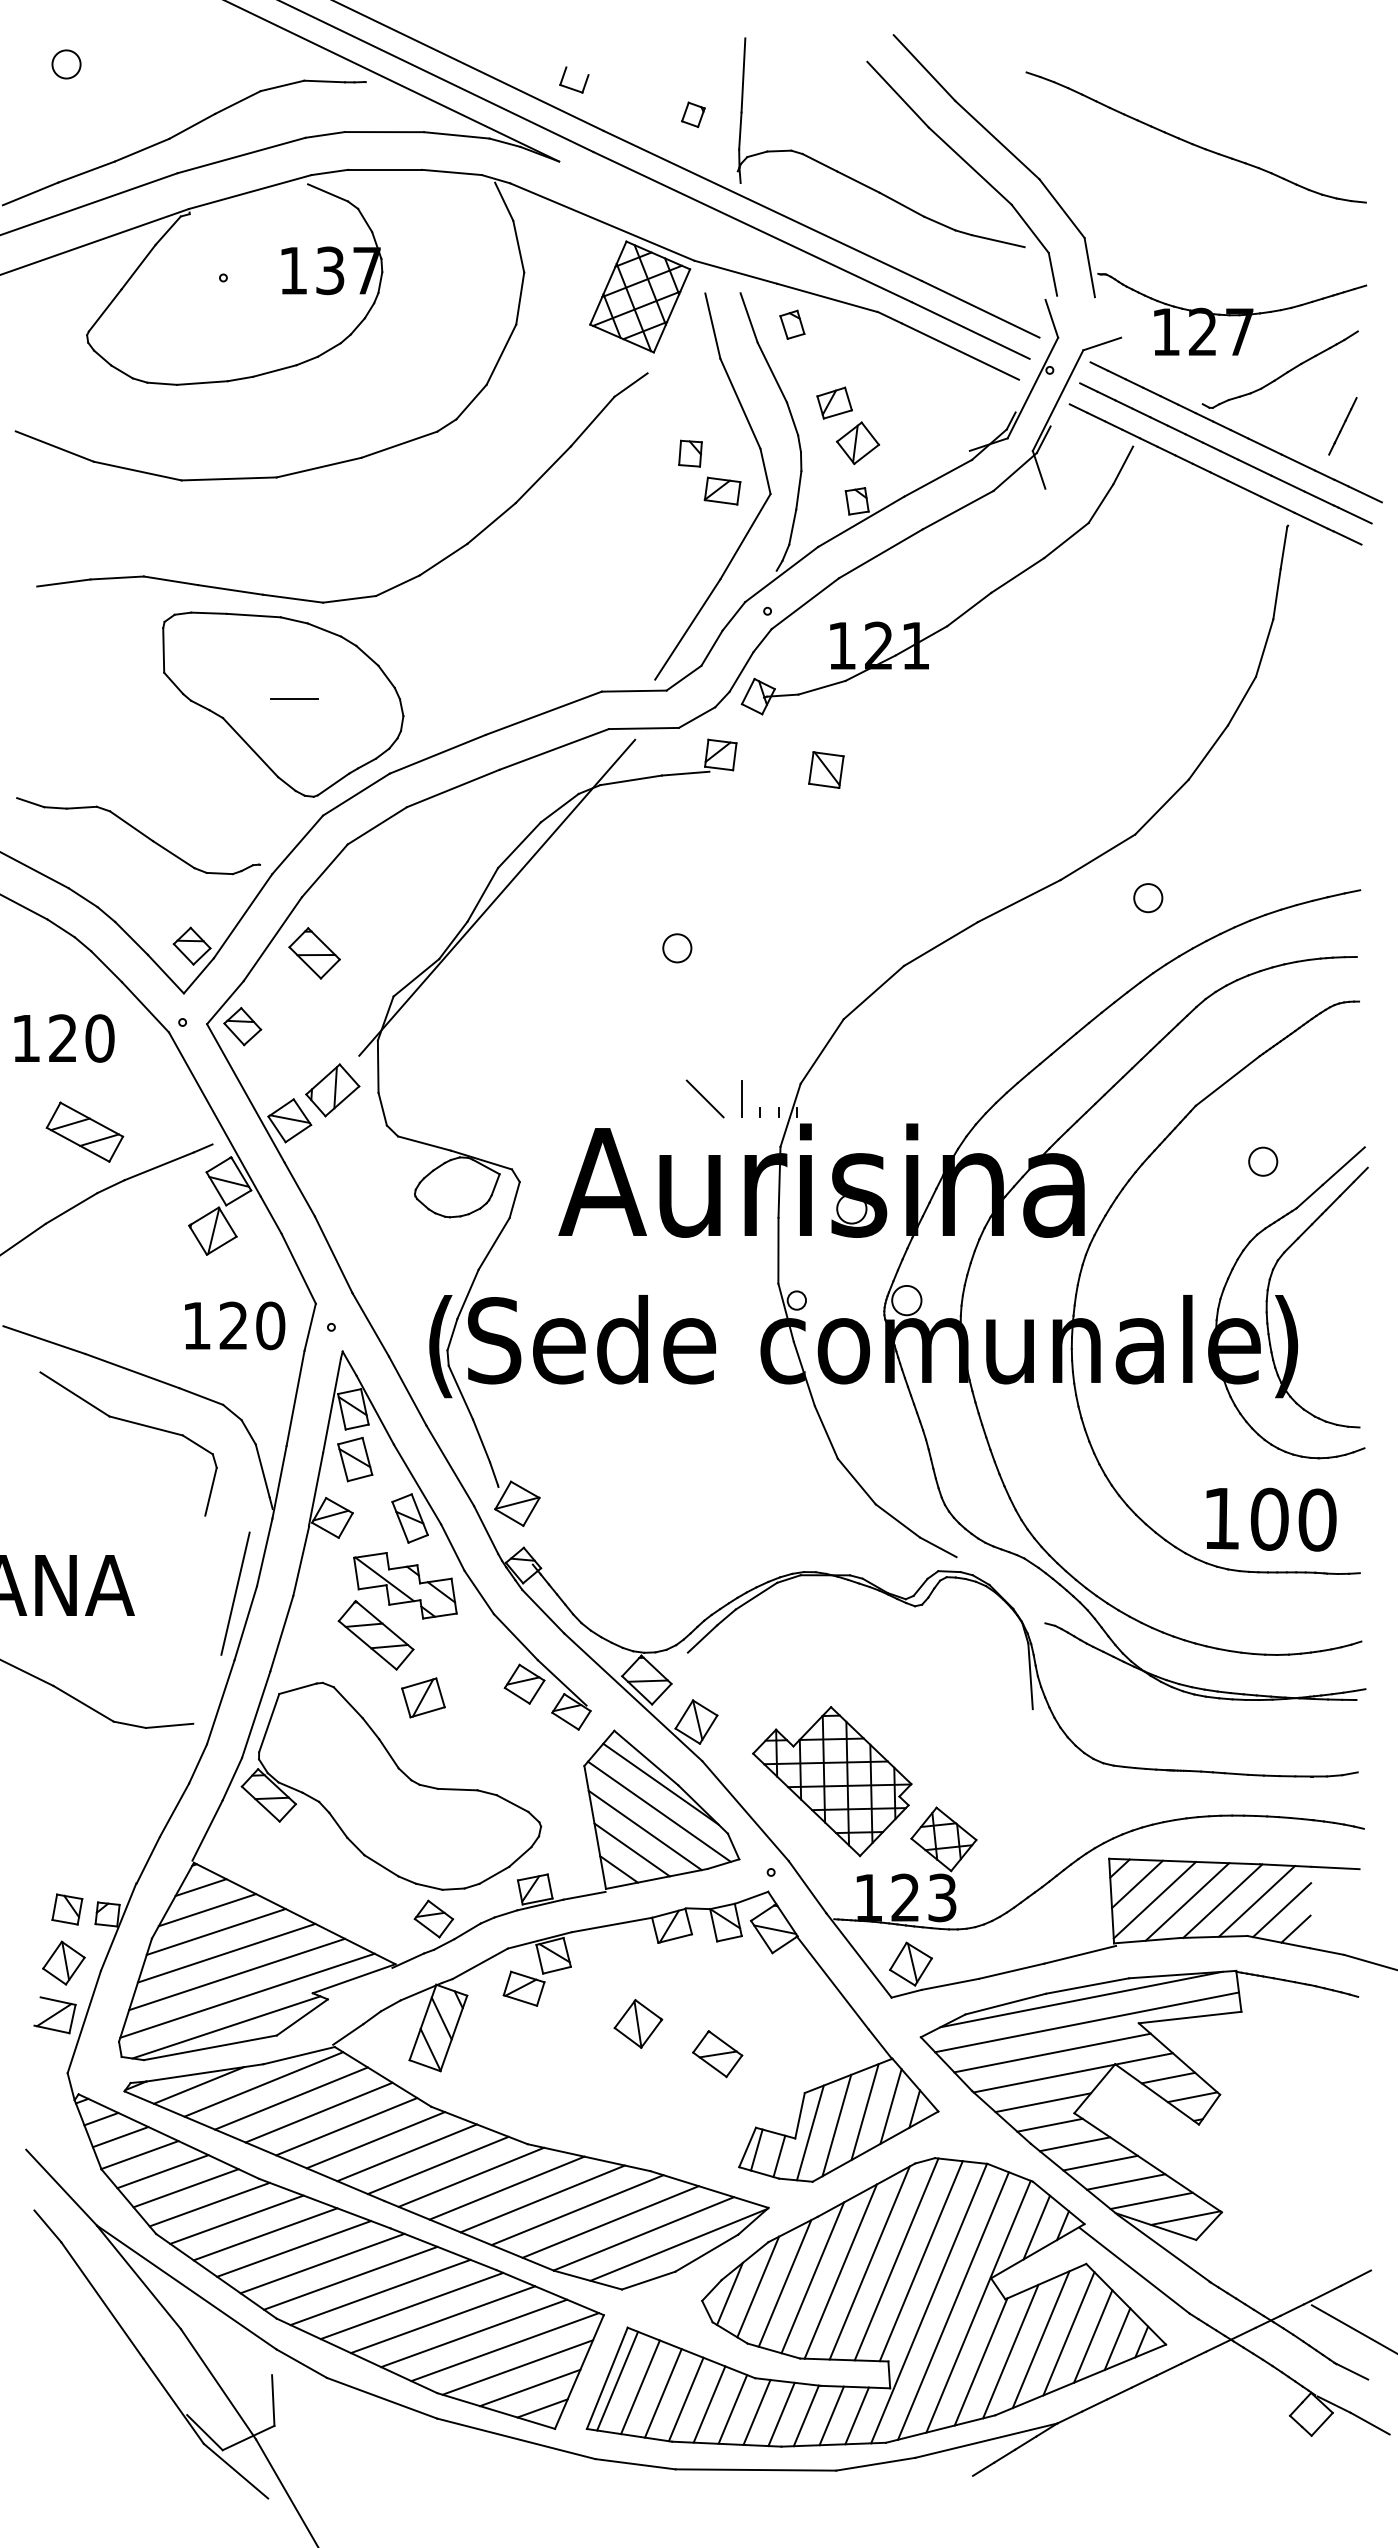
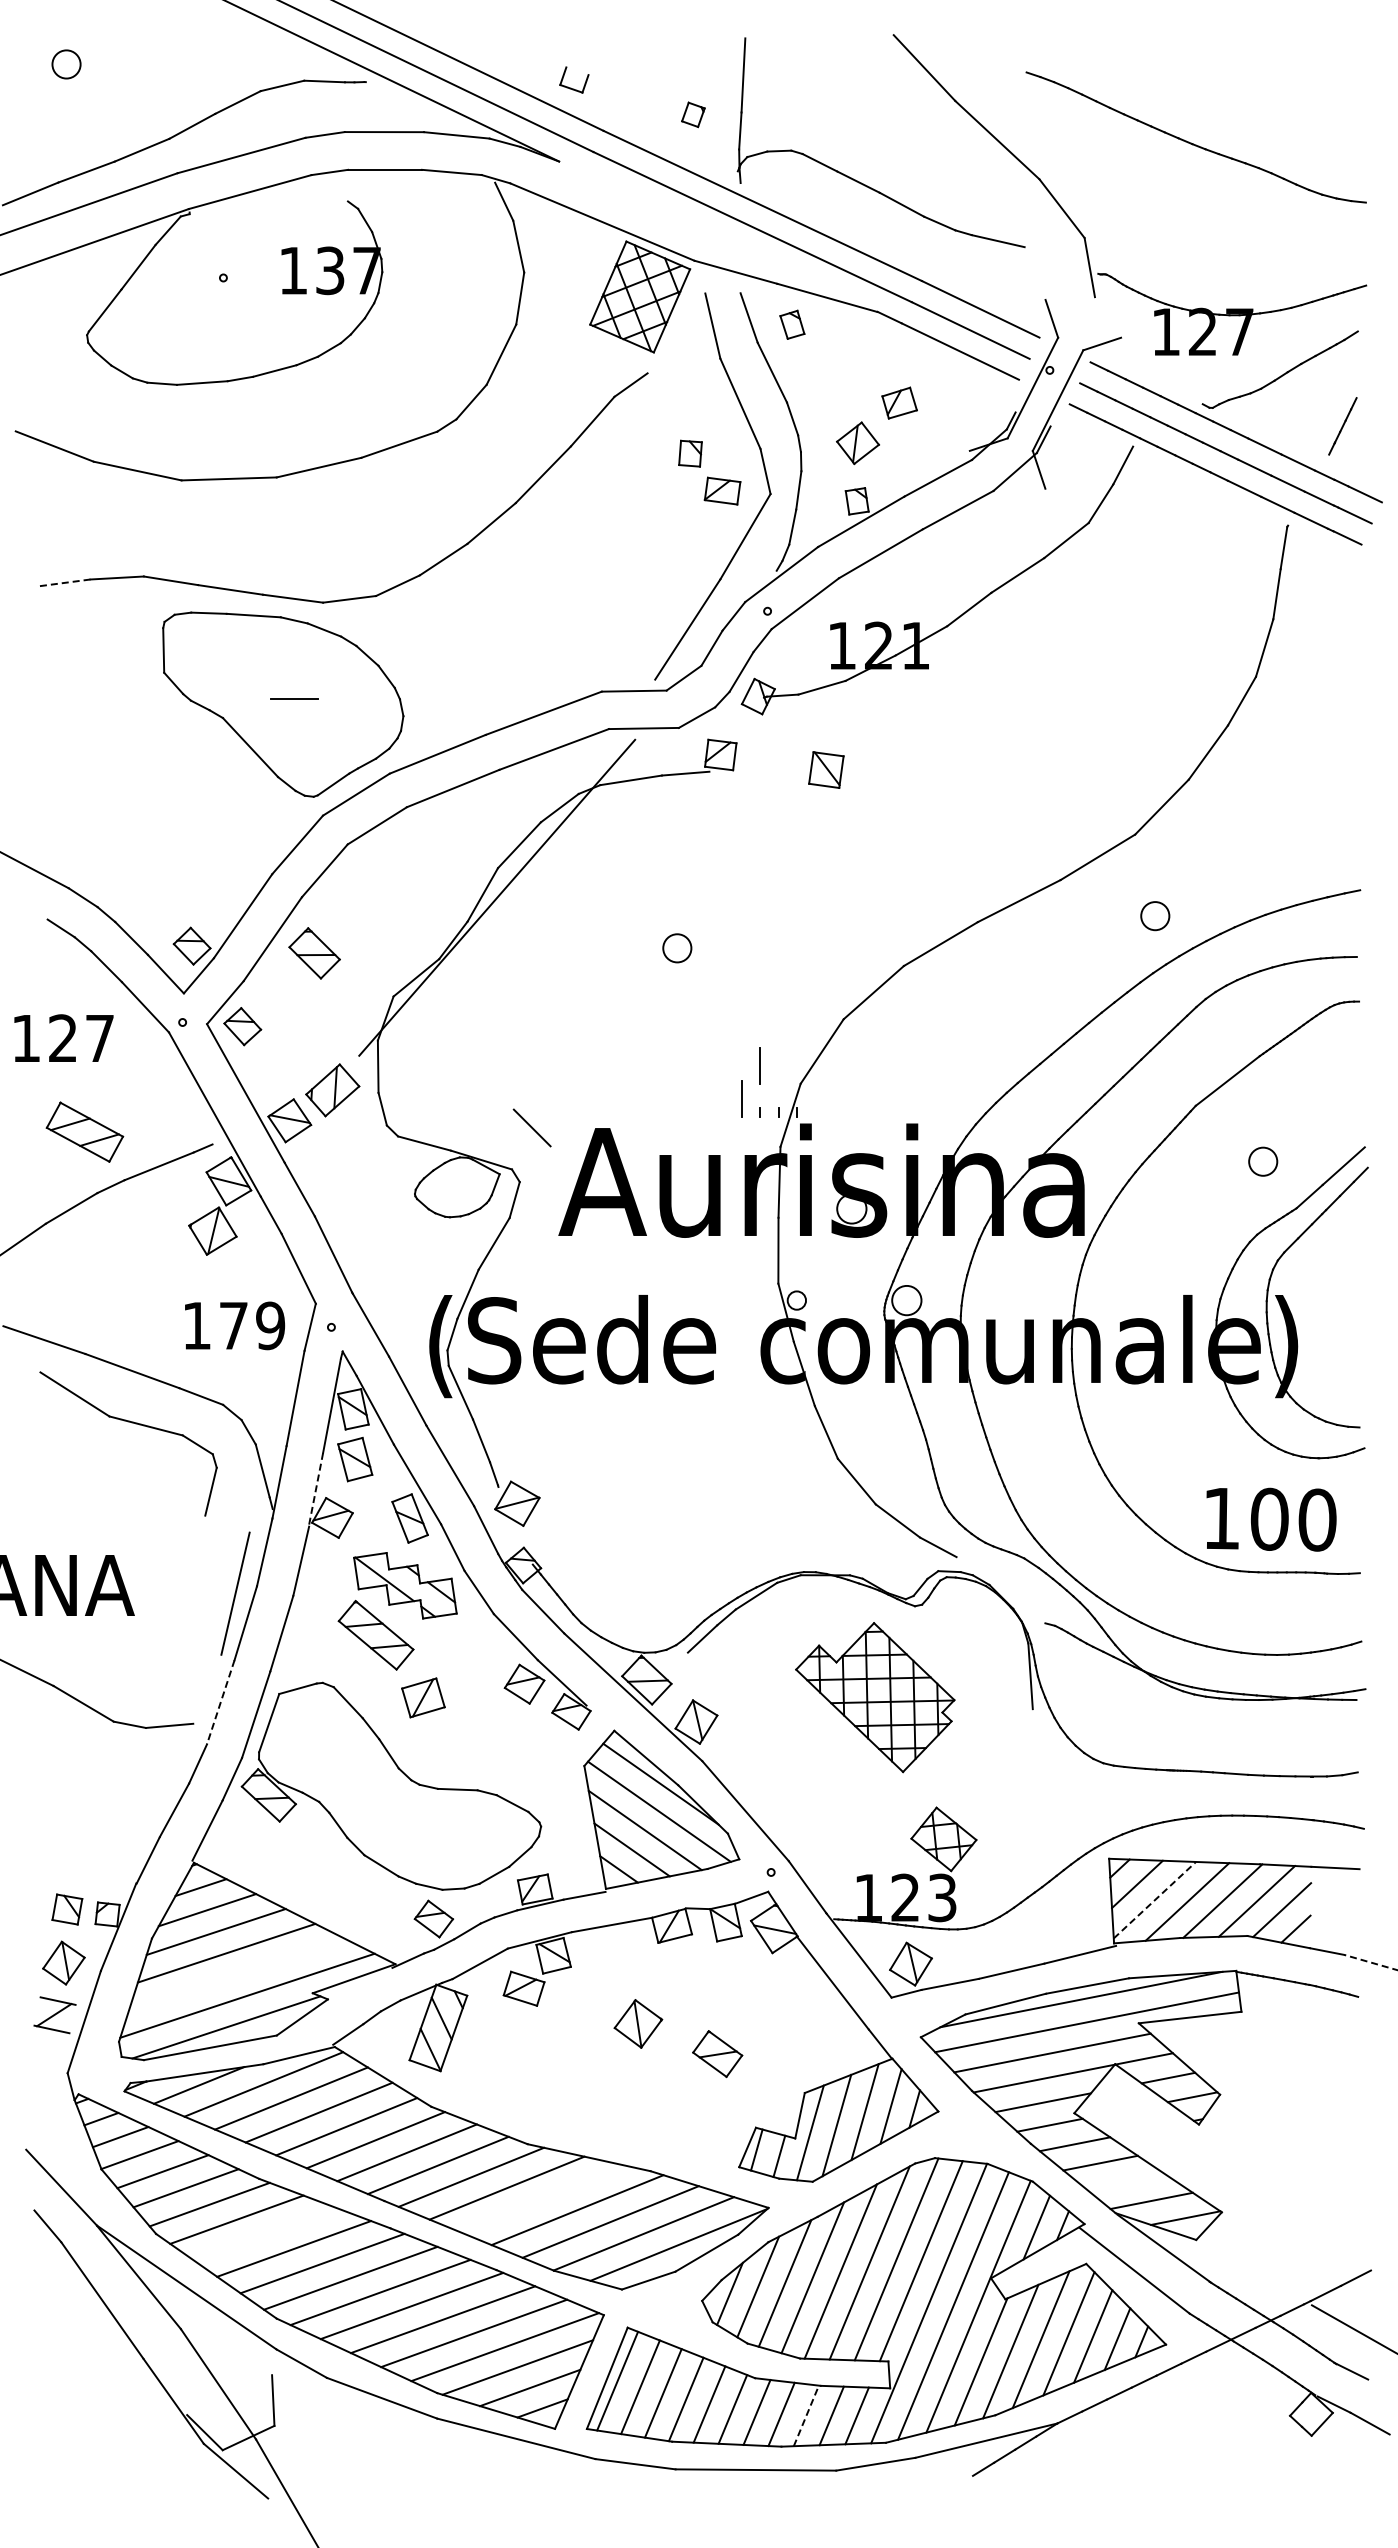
part at (971, 168): present -> none
line at (327, 192): present -> none
part at (834, 402) position: (834, 402) -> (899, 402)
line at (63, 583): solid -> dashed
part at (138, 836): present -> none
circle at (1148, 898) position: (1148, 898) -> (1155, 916)
line at (24, 907): present -> none
text at (99, 1038): 120 -> 127
line at (759, 1065): none -> present
line at (704, 1098) position: (704, 1098) -> (531, 1127)
text at (252, 1325): 120 -> 179
line at (315, 1489): solid -> dashed
line at (220, 1702): solid -> dashed
part at (832, 1781) position: (832, 1781) -> (875, 1697)
line at (1155, 1899): solid -> dashed
line at (1370, 1962): solid -> dashed
line at (237, 1974): present -> none
line at (72, 2018): present -> none
line at (1126, 2181): present -> none
line at (542, 2198): present -> none
line at (265, 2234): present -> none
line at (806, 2415): solid -> dashed
